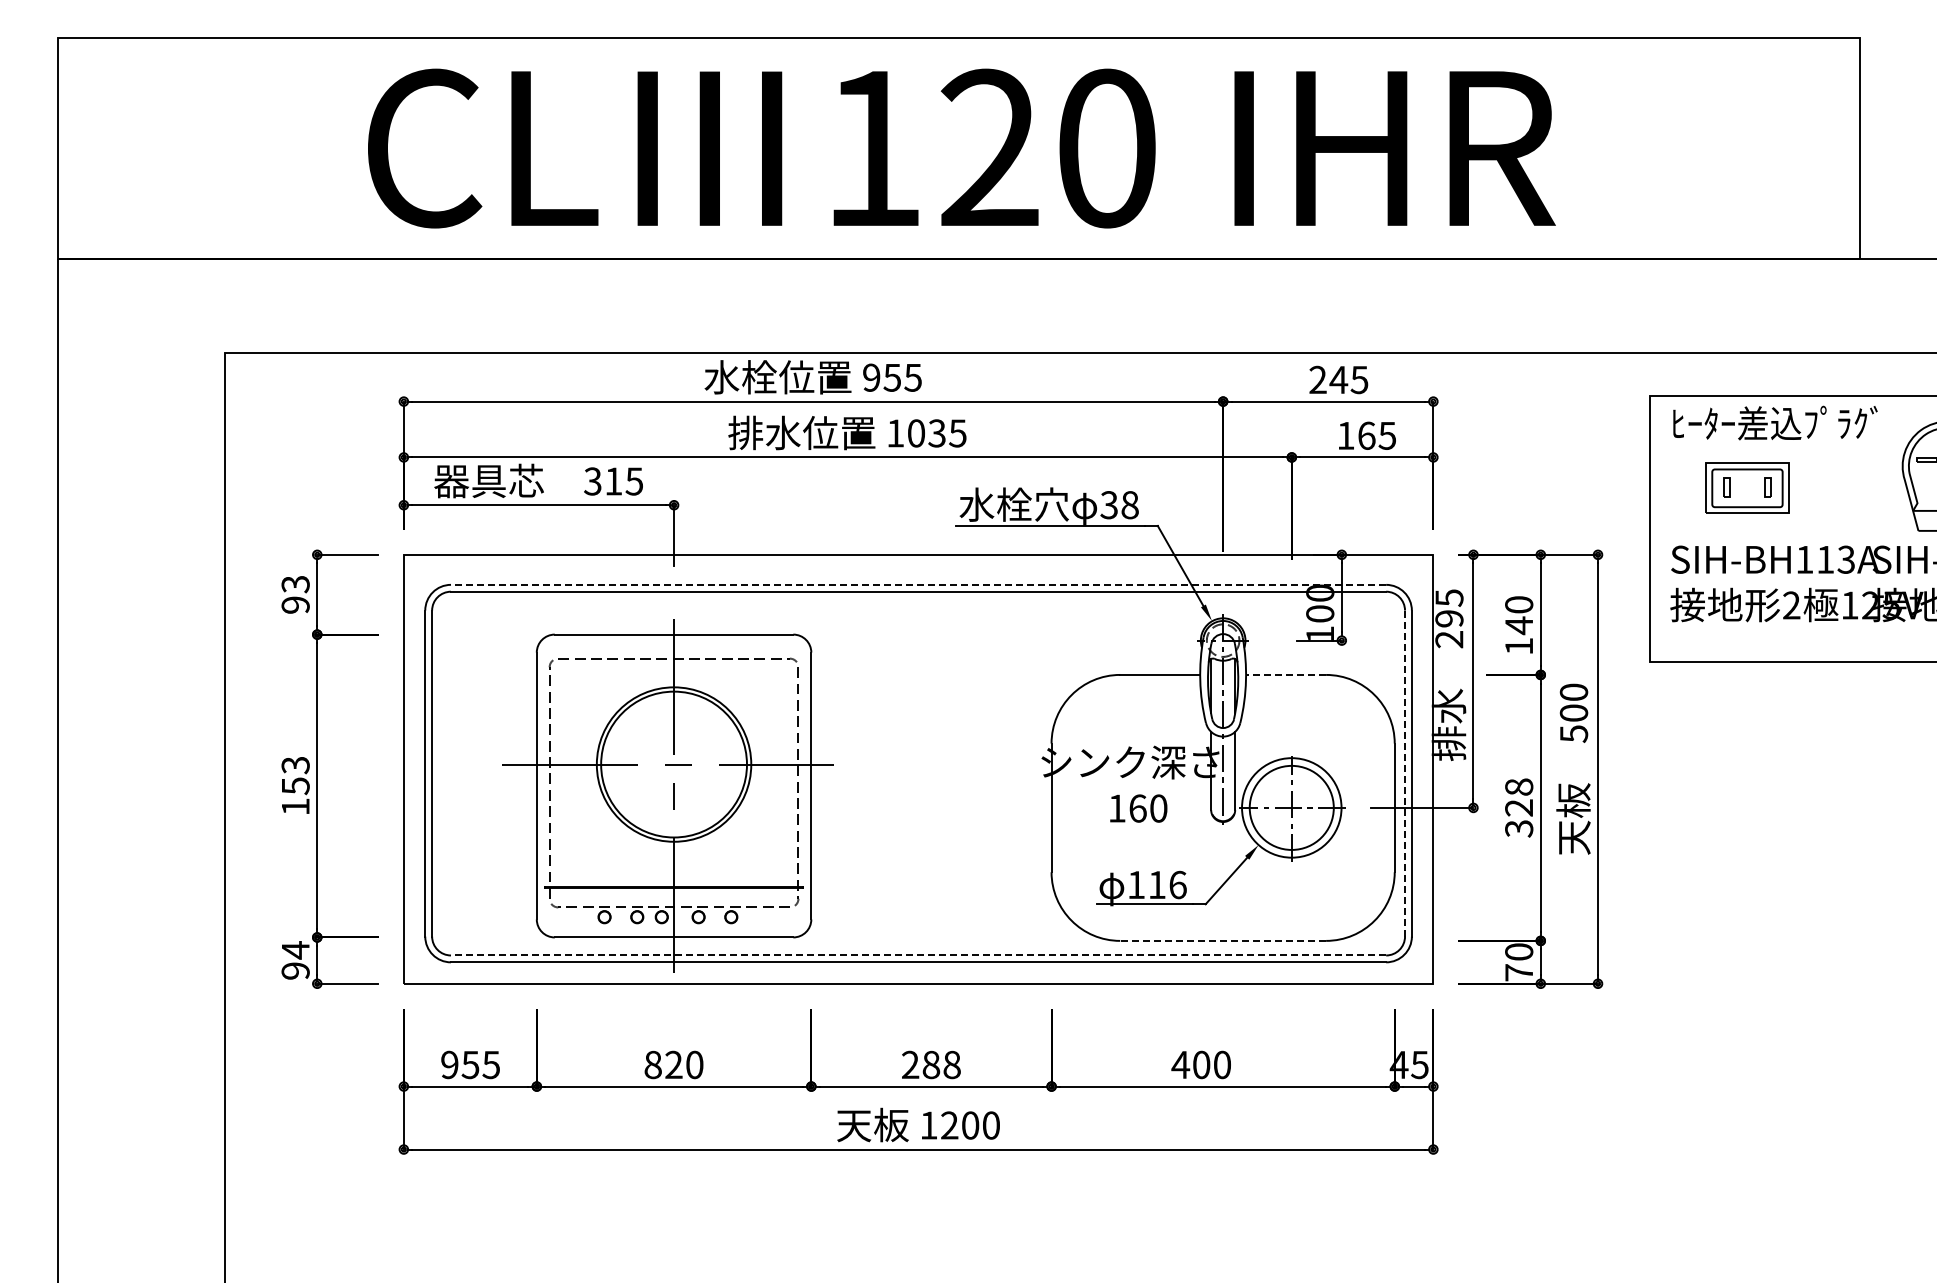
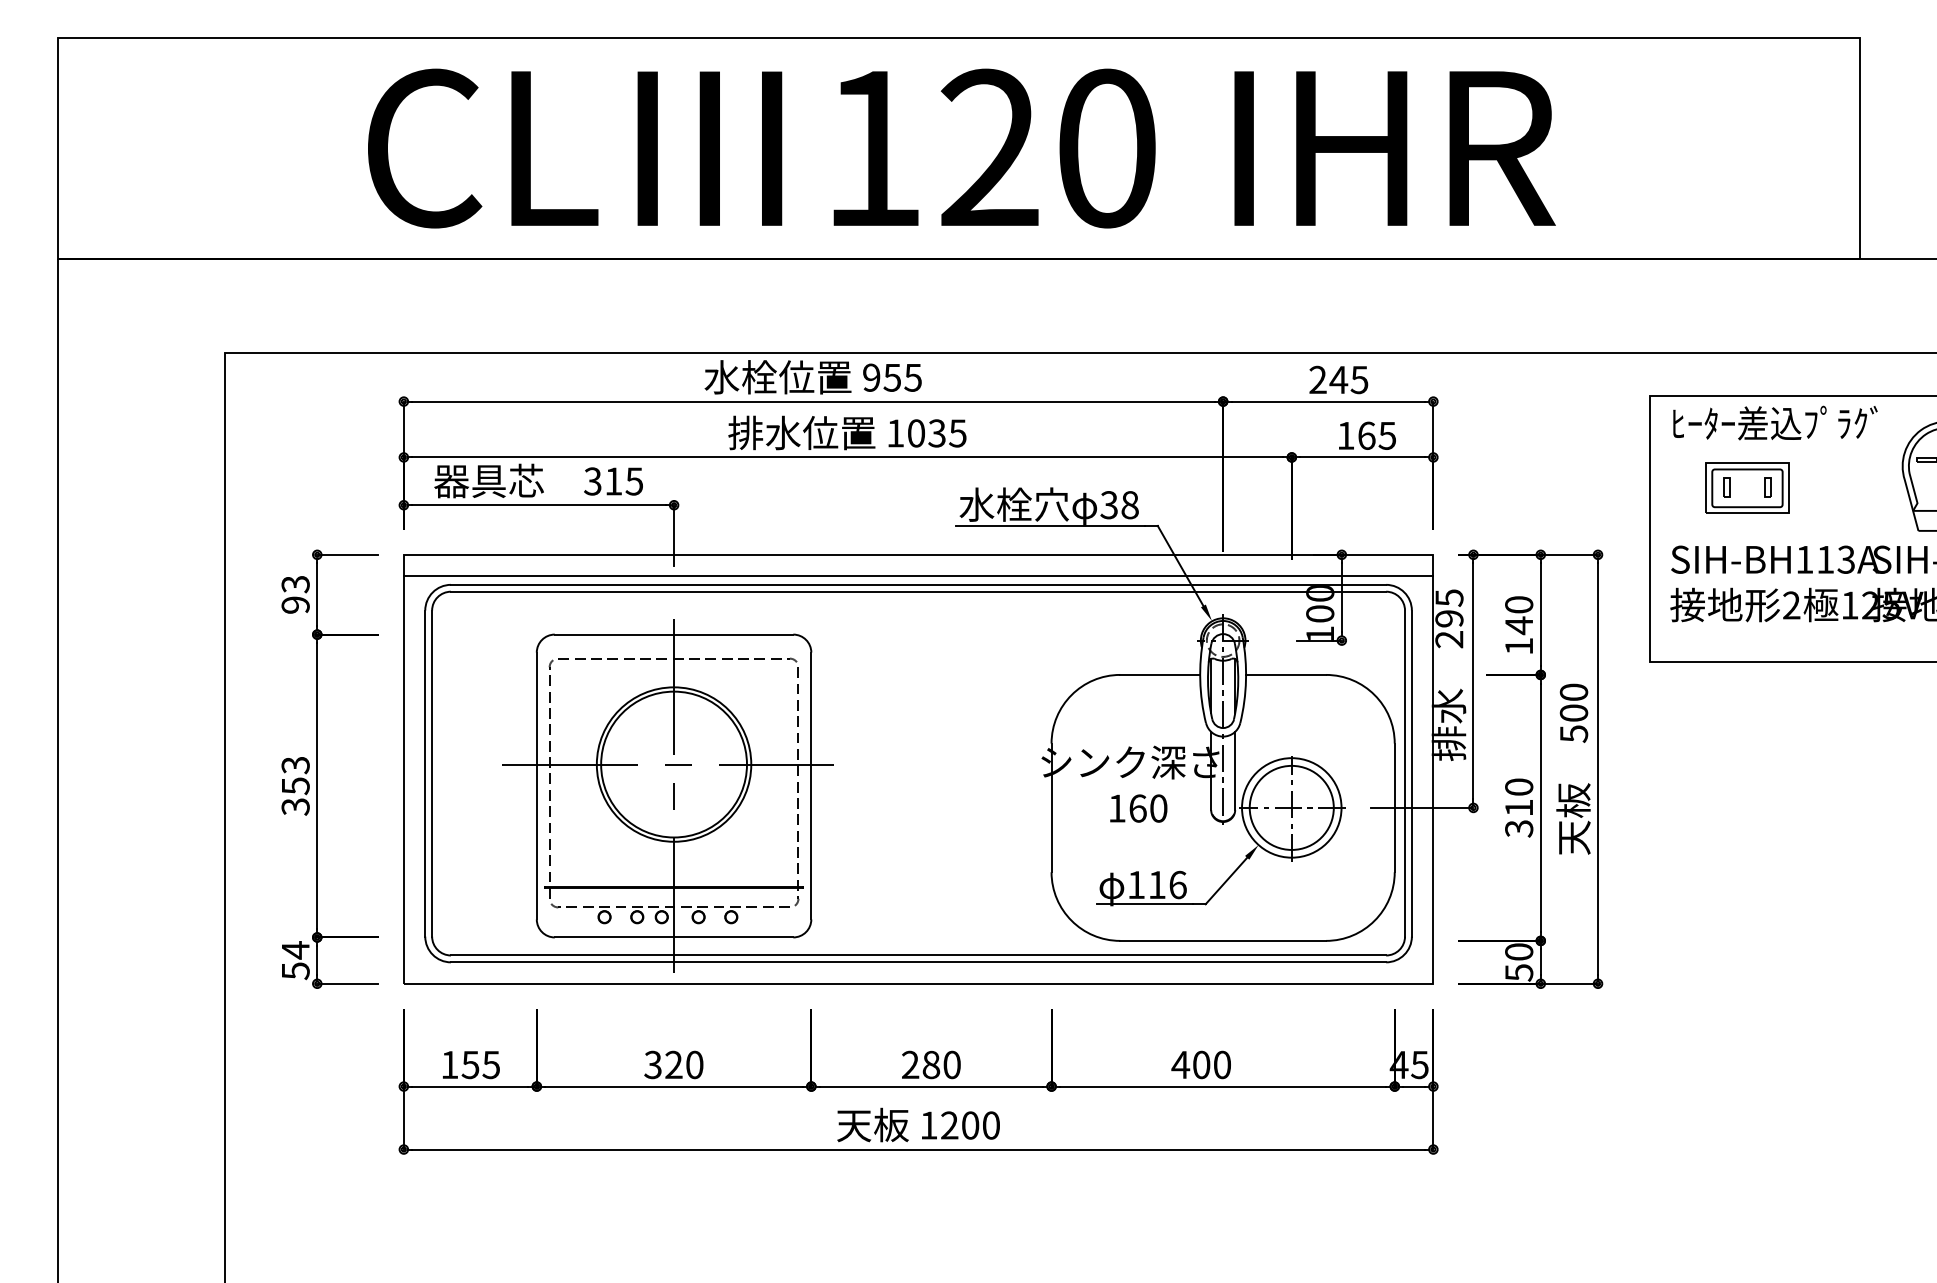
line at (918, 576): none -> present
line at (918, 584): dashed -> solid
line at (1285, 674): dashed -> solid
line at (1405, 774): dashed -> solid
text at (1519, 797): 328 -> 310
text at (295, 806): 153 -> 353
line at (1223, 940): dashed -> solid
line at (918, 955): dashed -> solid
text at (295, 971): 94 -> 54
text at (1519, 972): 70 -> 50
text at (449, 1064): 955 -> 155
text at (652, 1064): 820 -> 320
text at (951, 1064): 288 -> 280
